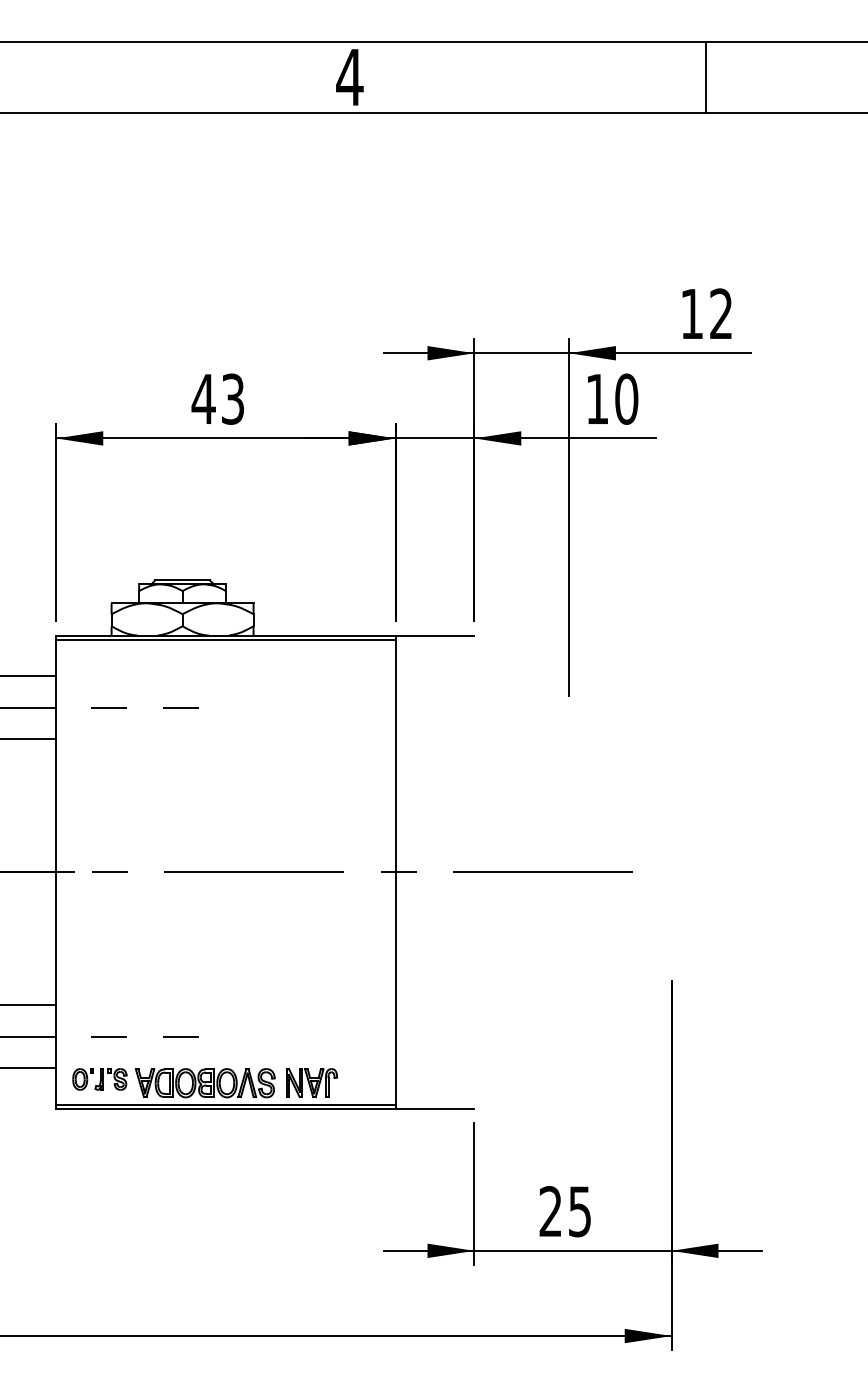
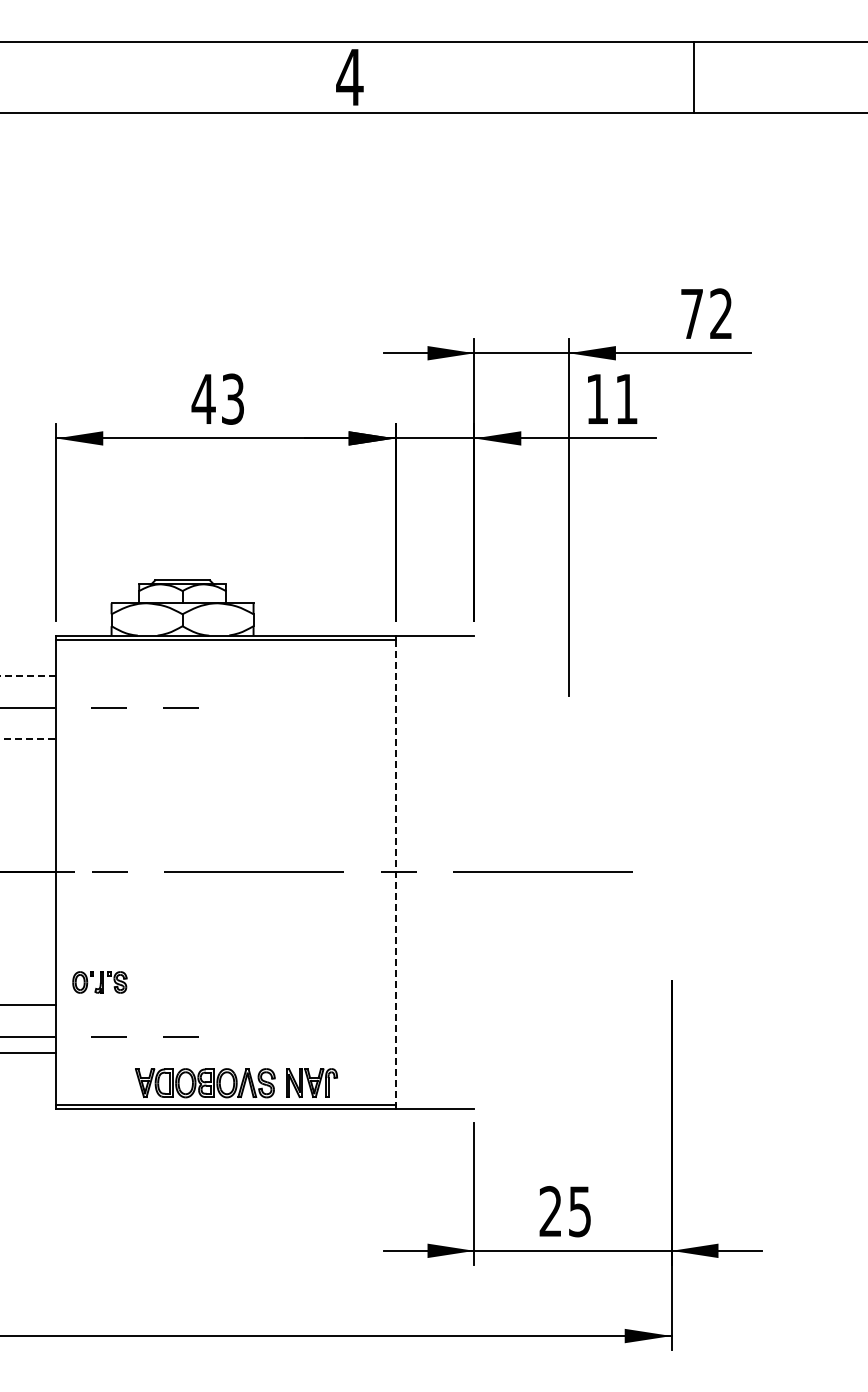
line at (705, 76) position: (705, 76) -> (693, 76)
text at (691, 313): 12 -> 72
text at (626, 398): 10 -> 11
line at (28, 676): solid -> dashed
line at (28, 739): solid -> dashed
line at (395, 872): solid -> dashed
line at (29, 1068) position: (29, 1068) -> (29, 1053)
part at (99, 1079) position: (99, 1079) -> (99, 982)
